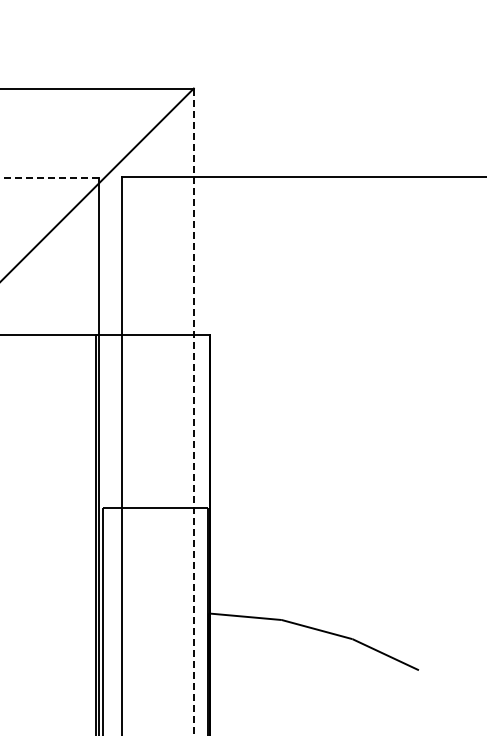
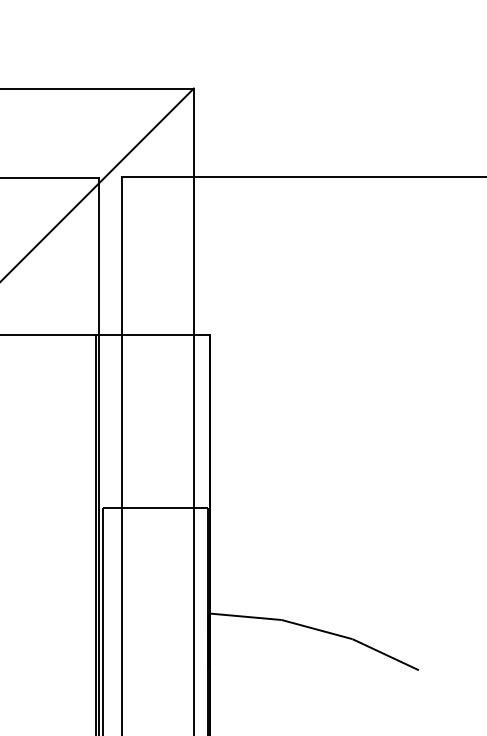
line at (49, 177): dashed -> solid
line at (193, 412): dashed -> solid
